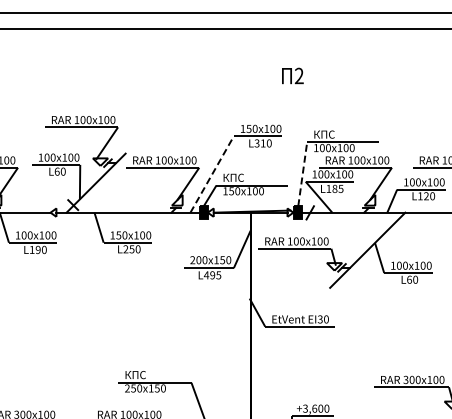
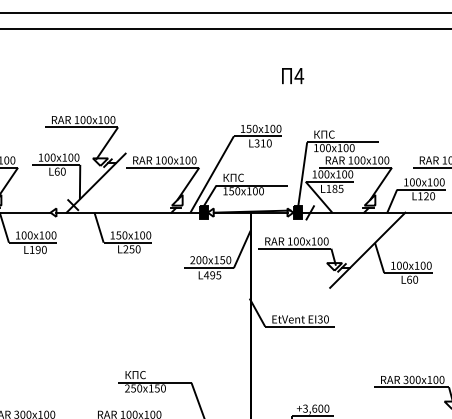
text at (299, 75): 2 -> 4
line at (302, 173): dashed -> solid
line at (212, 174): dashed -> solid
